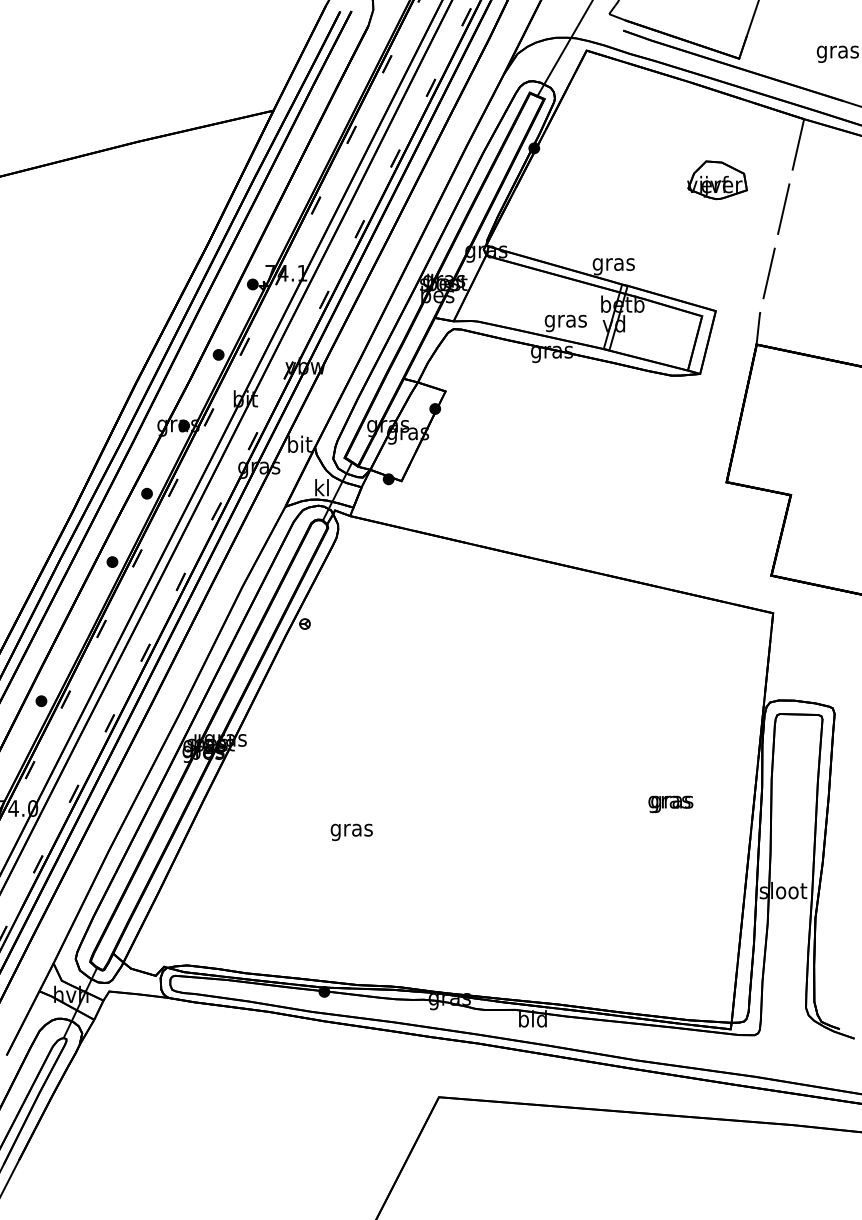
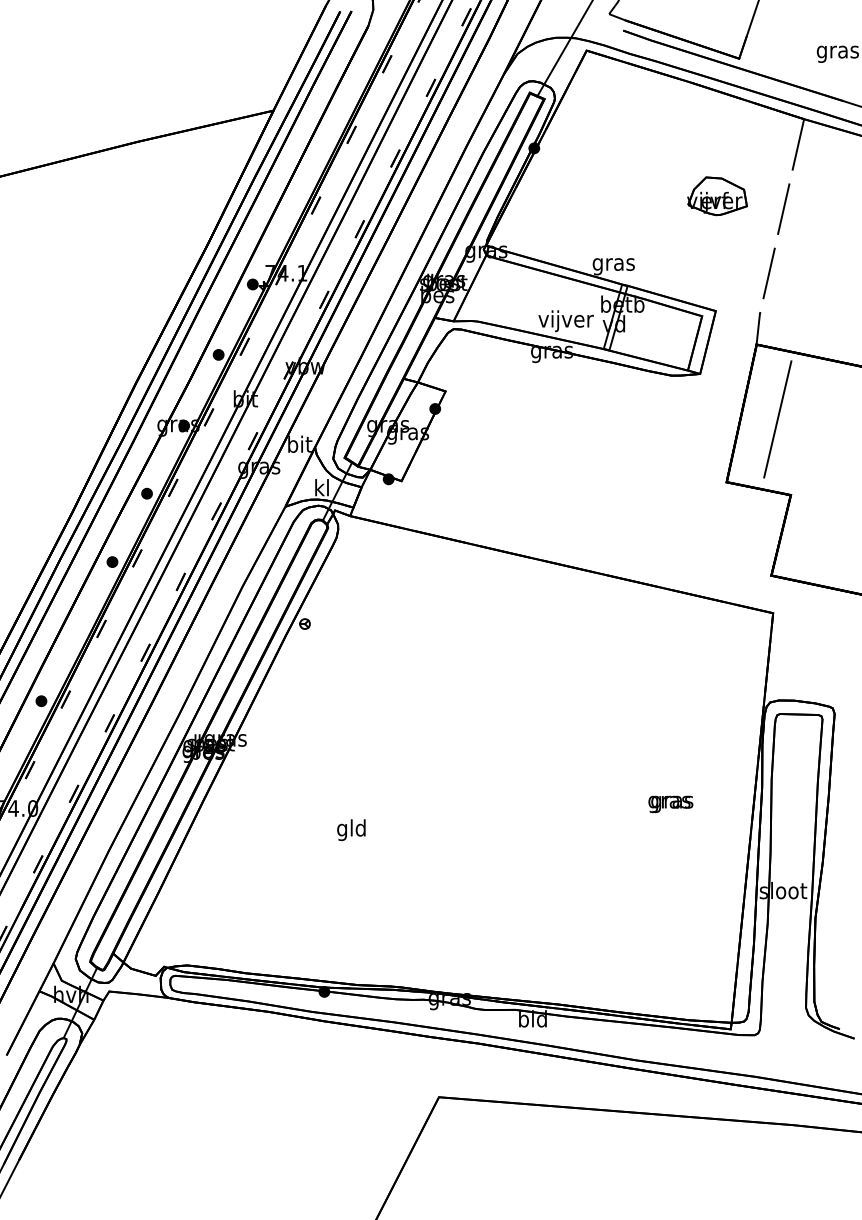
part at (717, 180) position: (717, 180) -> (717, 196)
text at (565, 321): gras -> vijver
line at (777, 419): none -> present
text at (351, 830): gras -> gld
